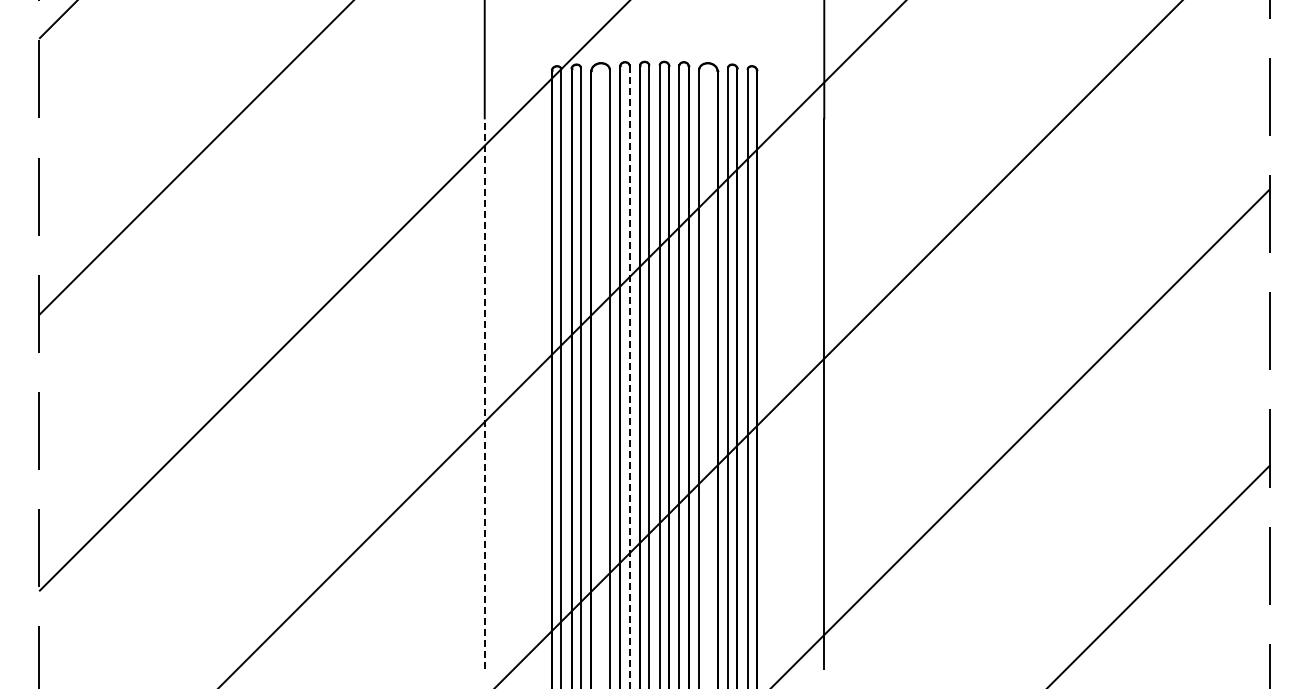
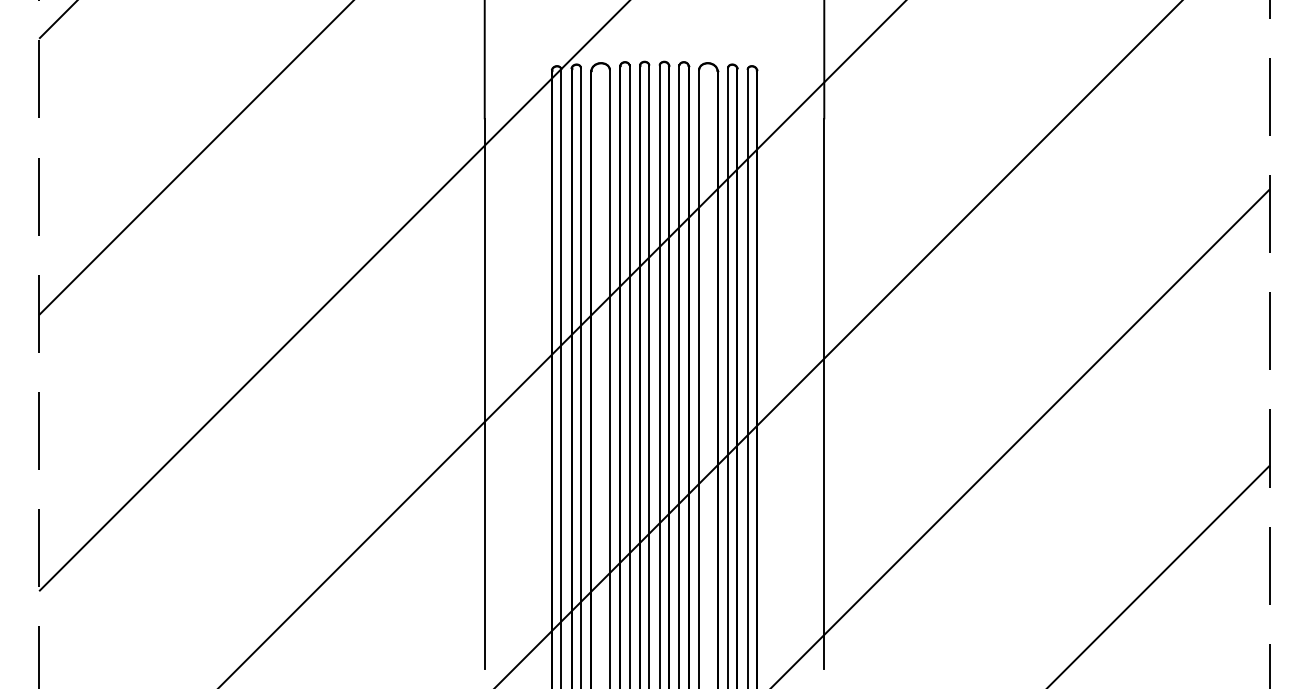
line at (629, 377): dashed -> solid
line at (484, 393): dashed -> solid
